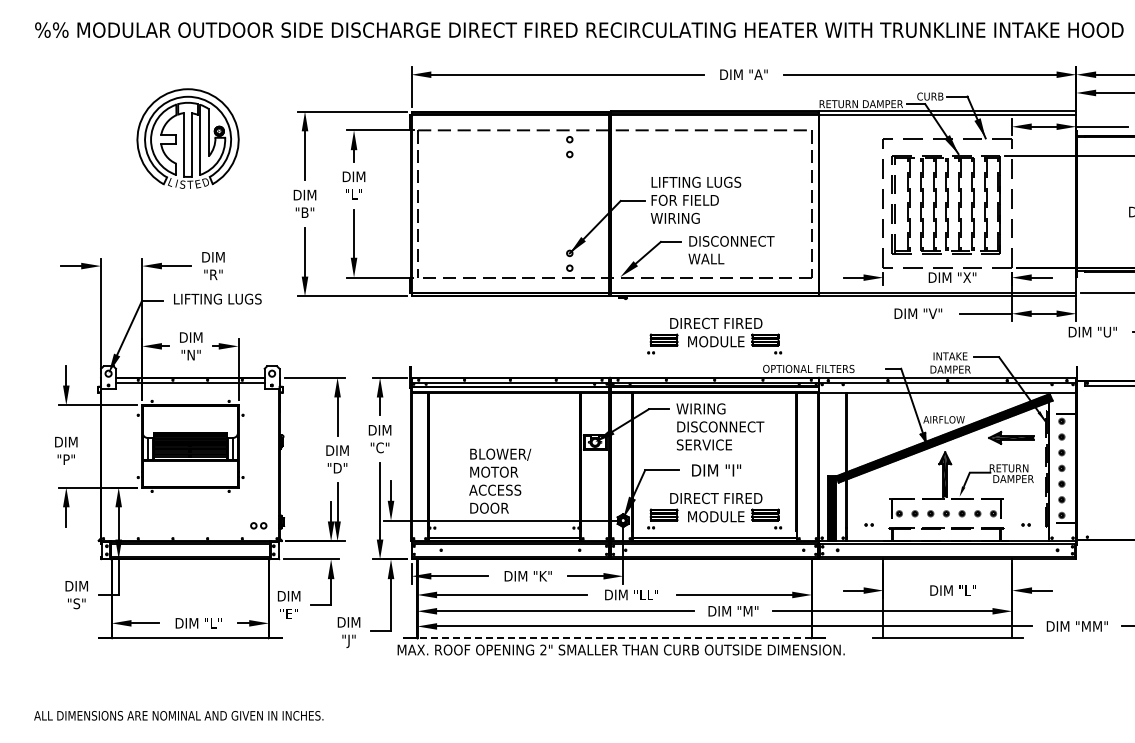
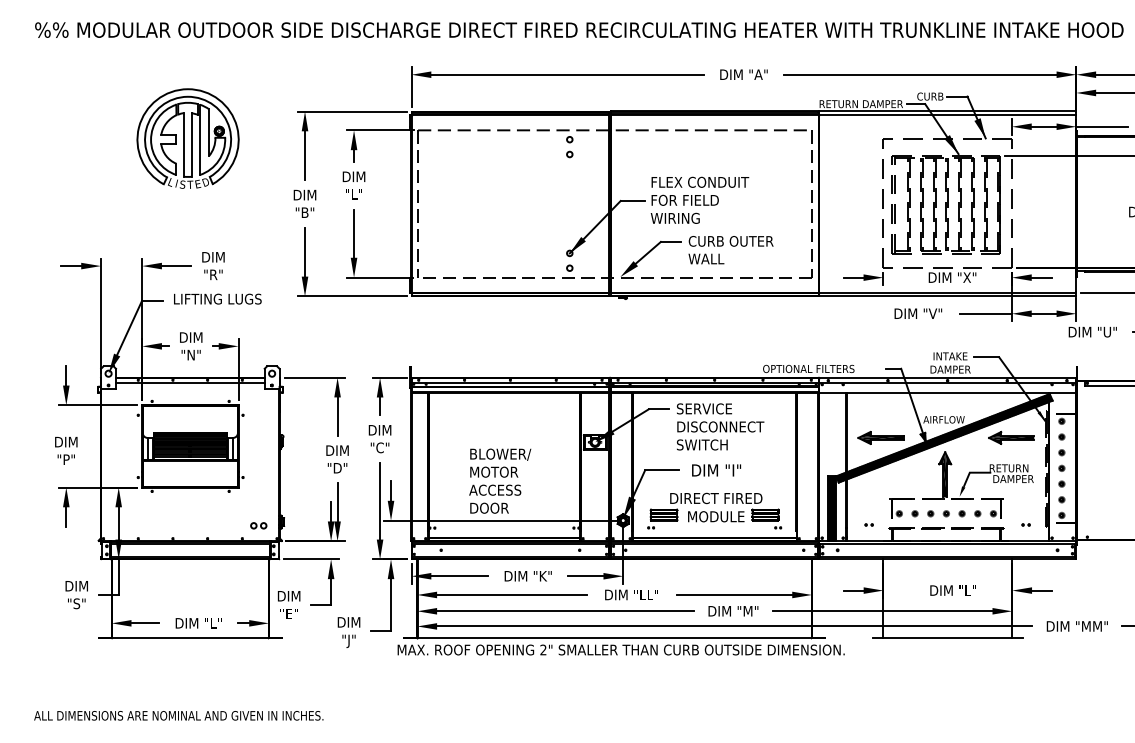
text at (701, 181): LIFTING LUGS -> FLEX CONDUIT
text at (731, 241): DISCONNECT -> CURB OUTER
part at (714, 335): present -> none
text at (704, 408): WIRING -> SERVICE
part at (880, 437): none -> present
text at (708, 444): SERVICE -> SWITCH
line at (614, 638): dashed -> solid
